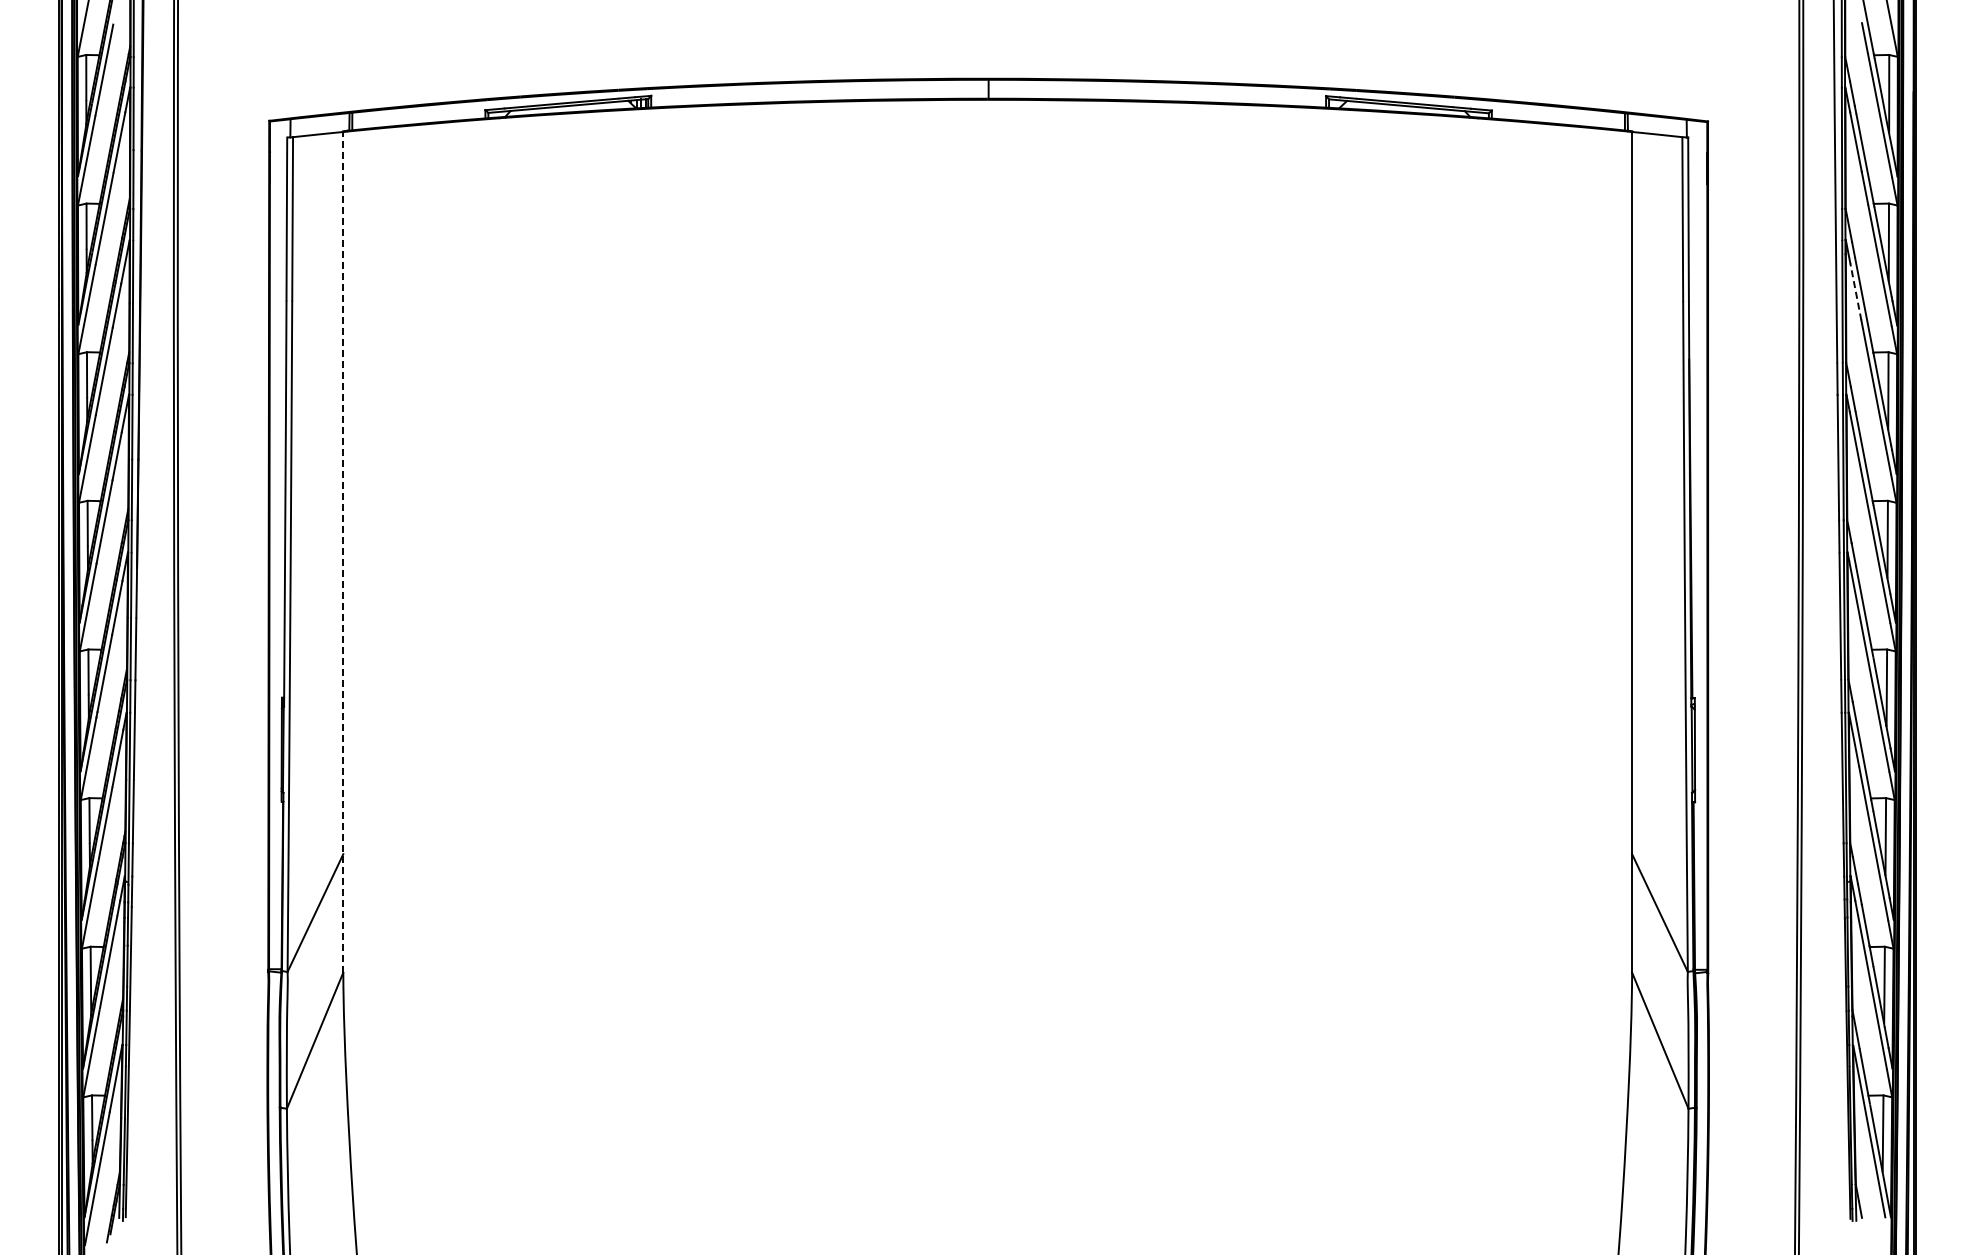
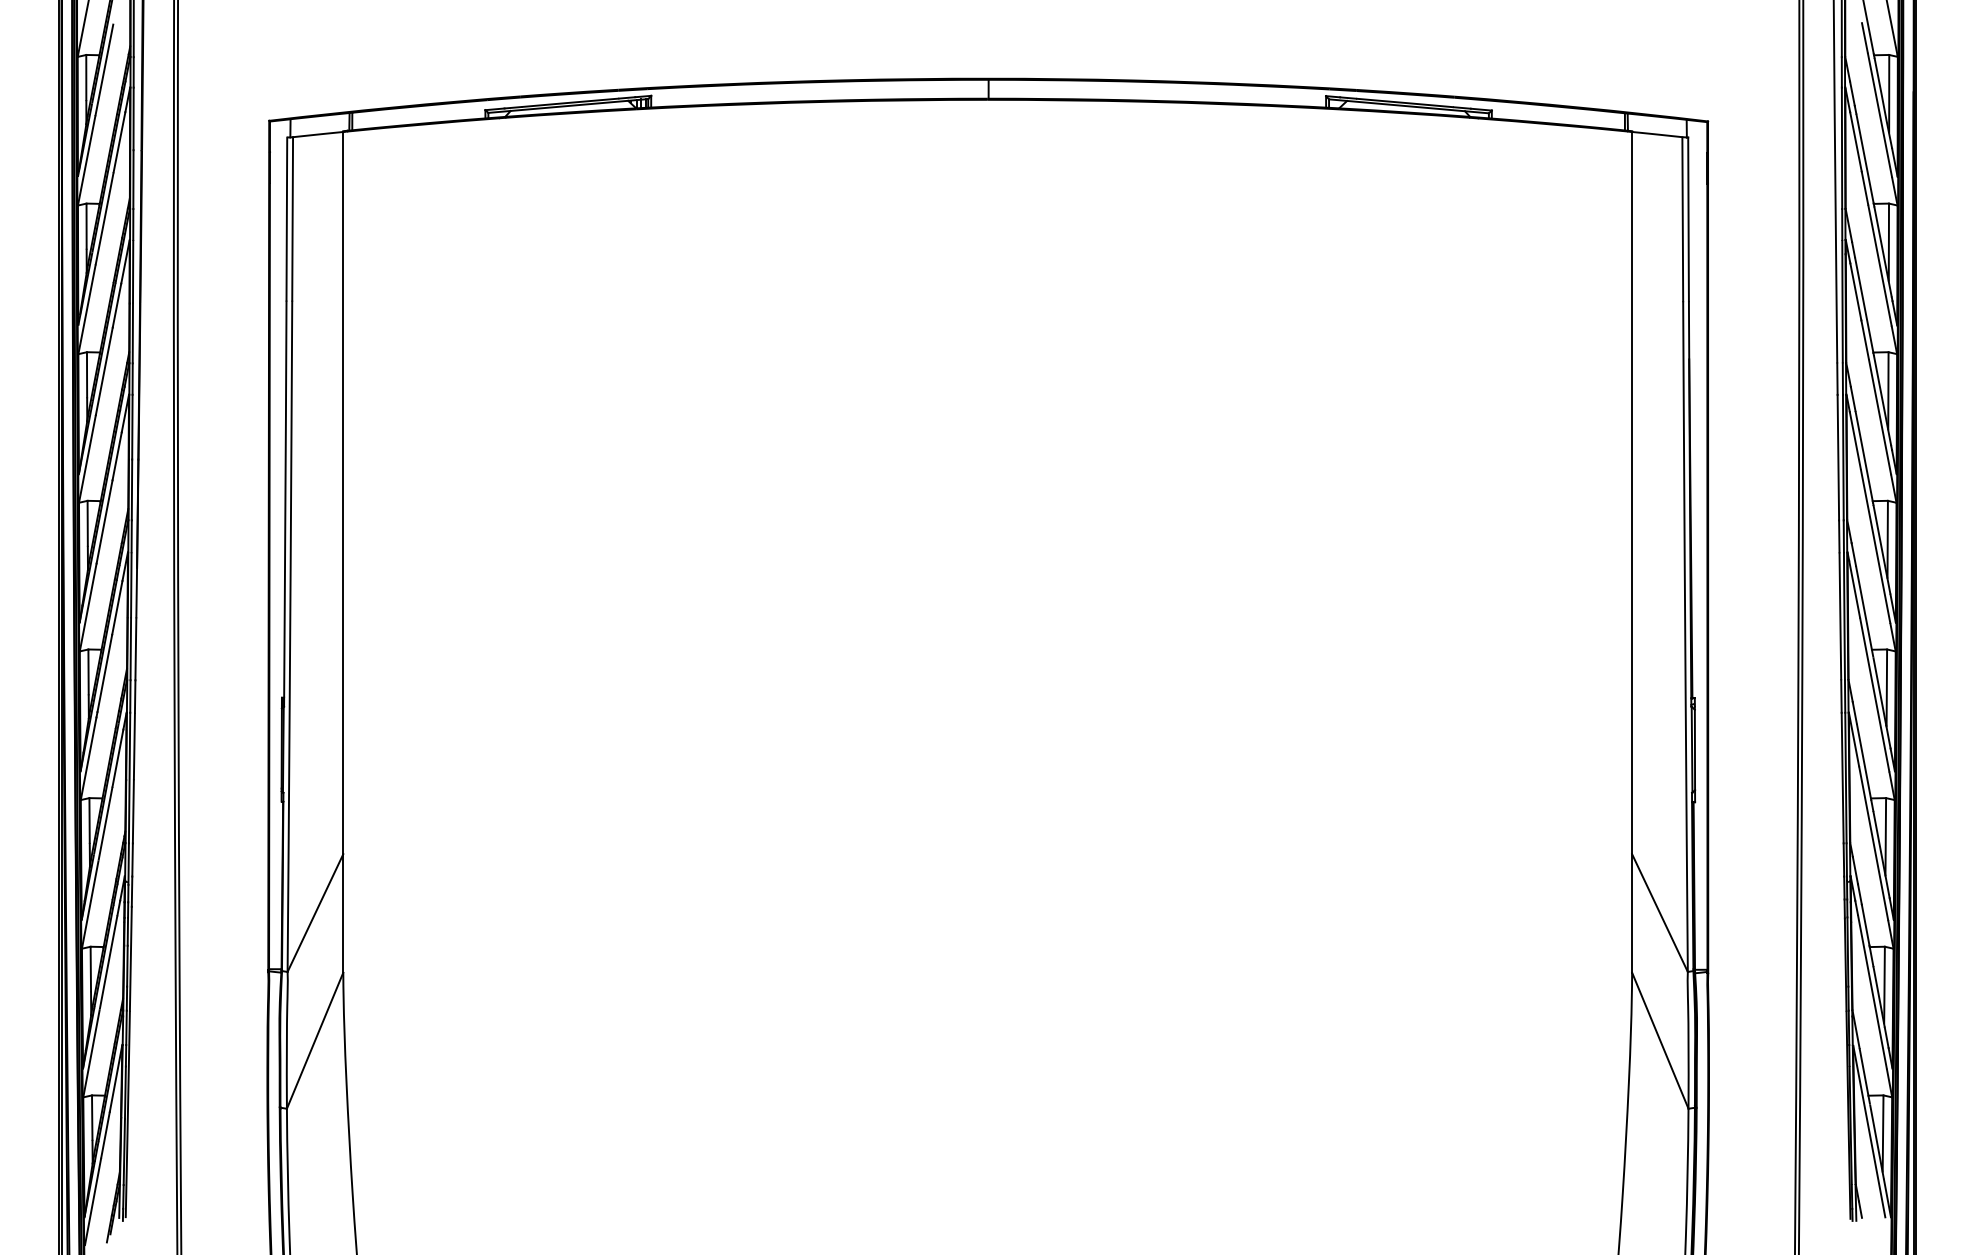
line at (1855, 291): dashed -> solid
line at (343, 551): dashed -> solid
